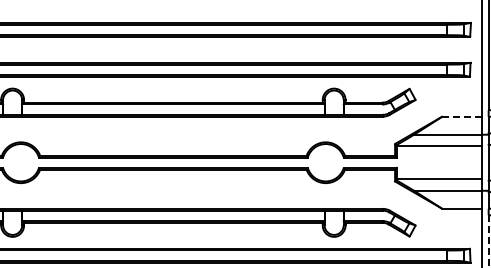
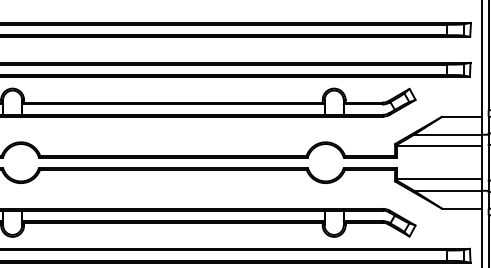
line at (462, 116): dashed -> solid
line at (488, 241): dashed -> solid
